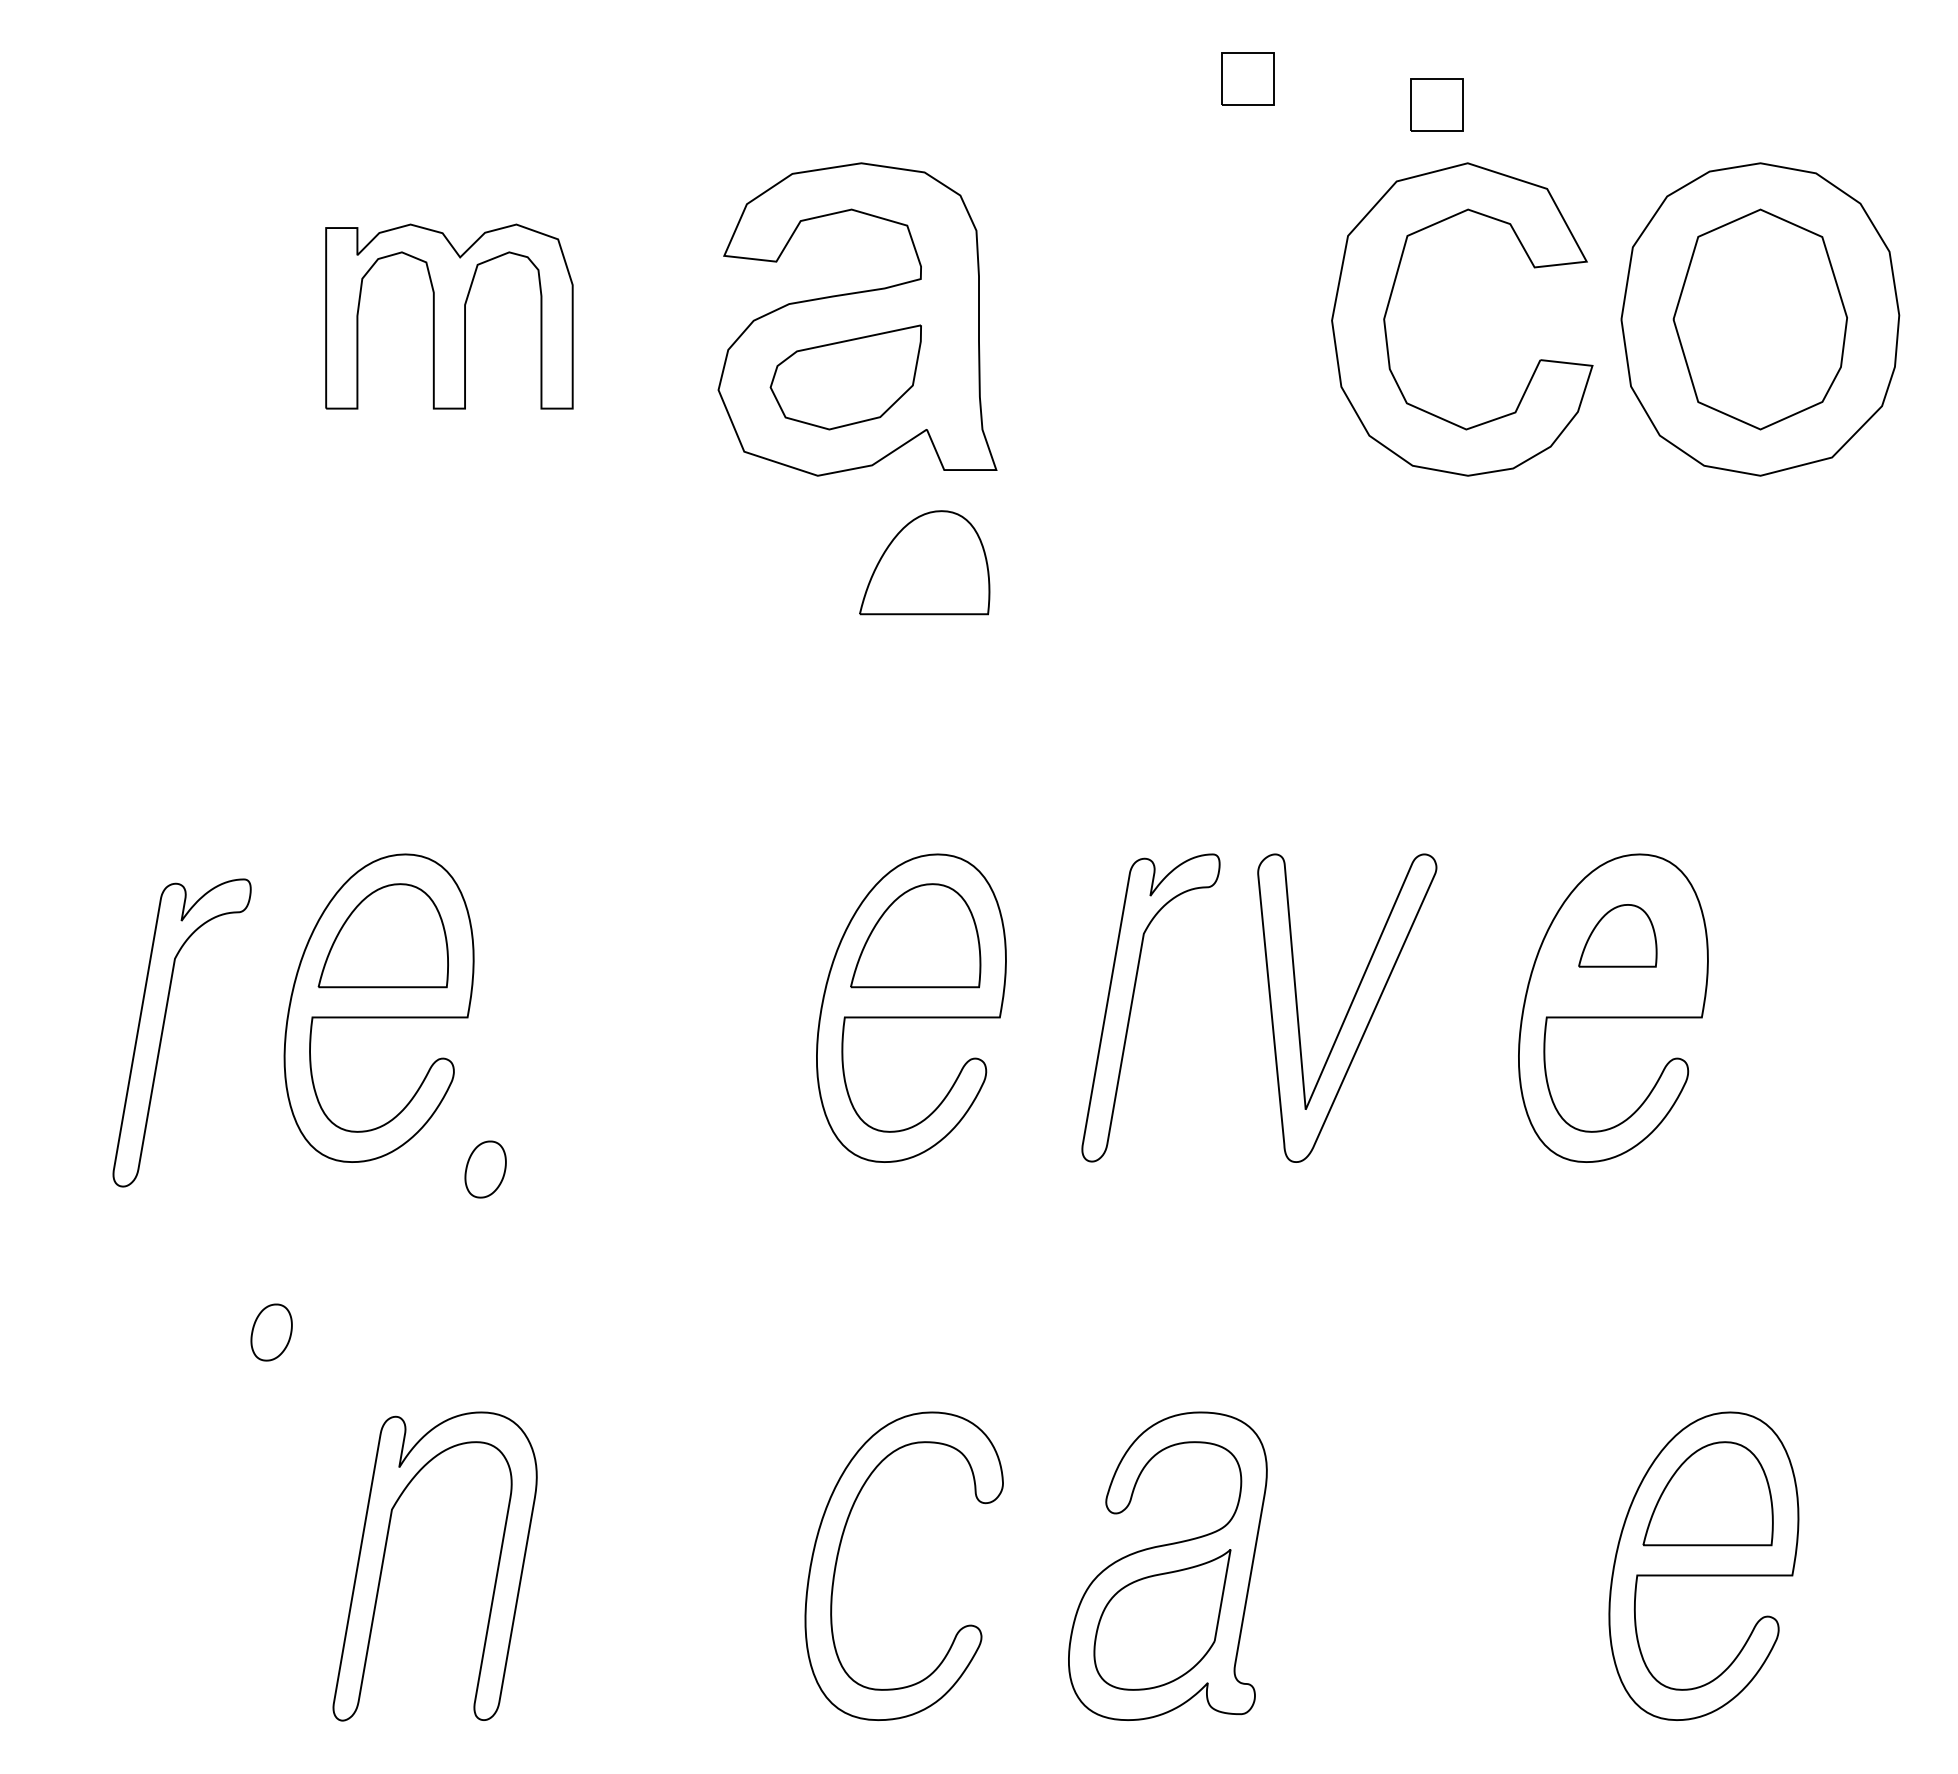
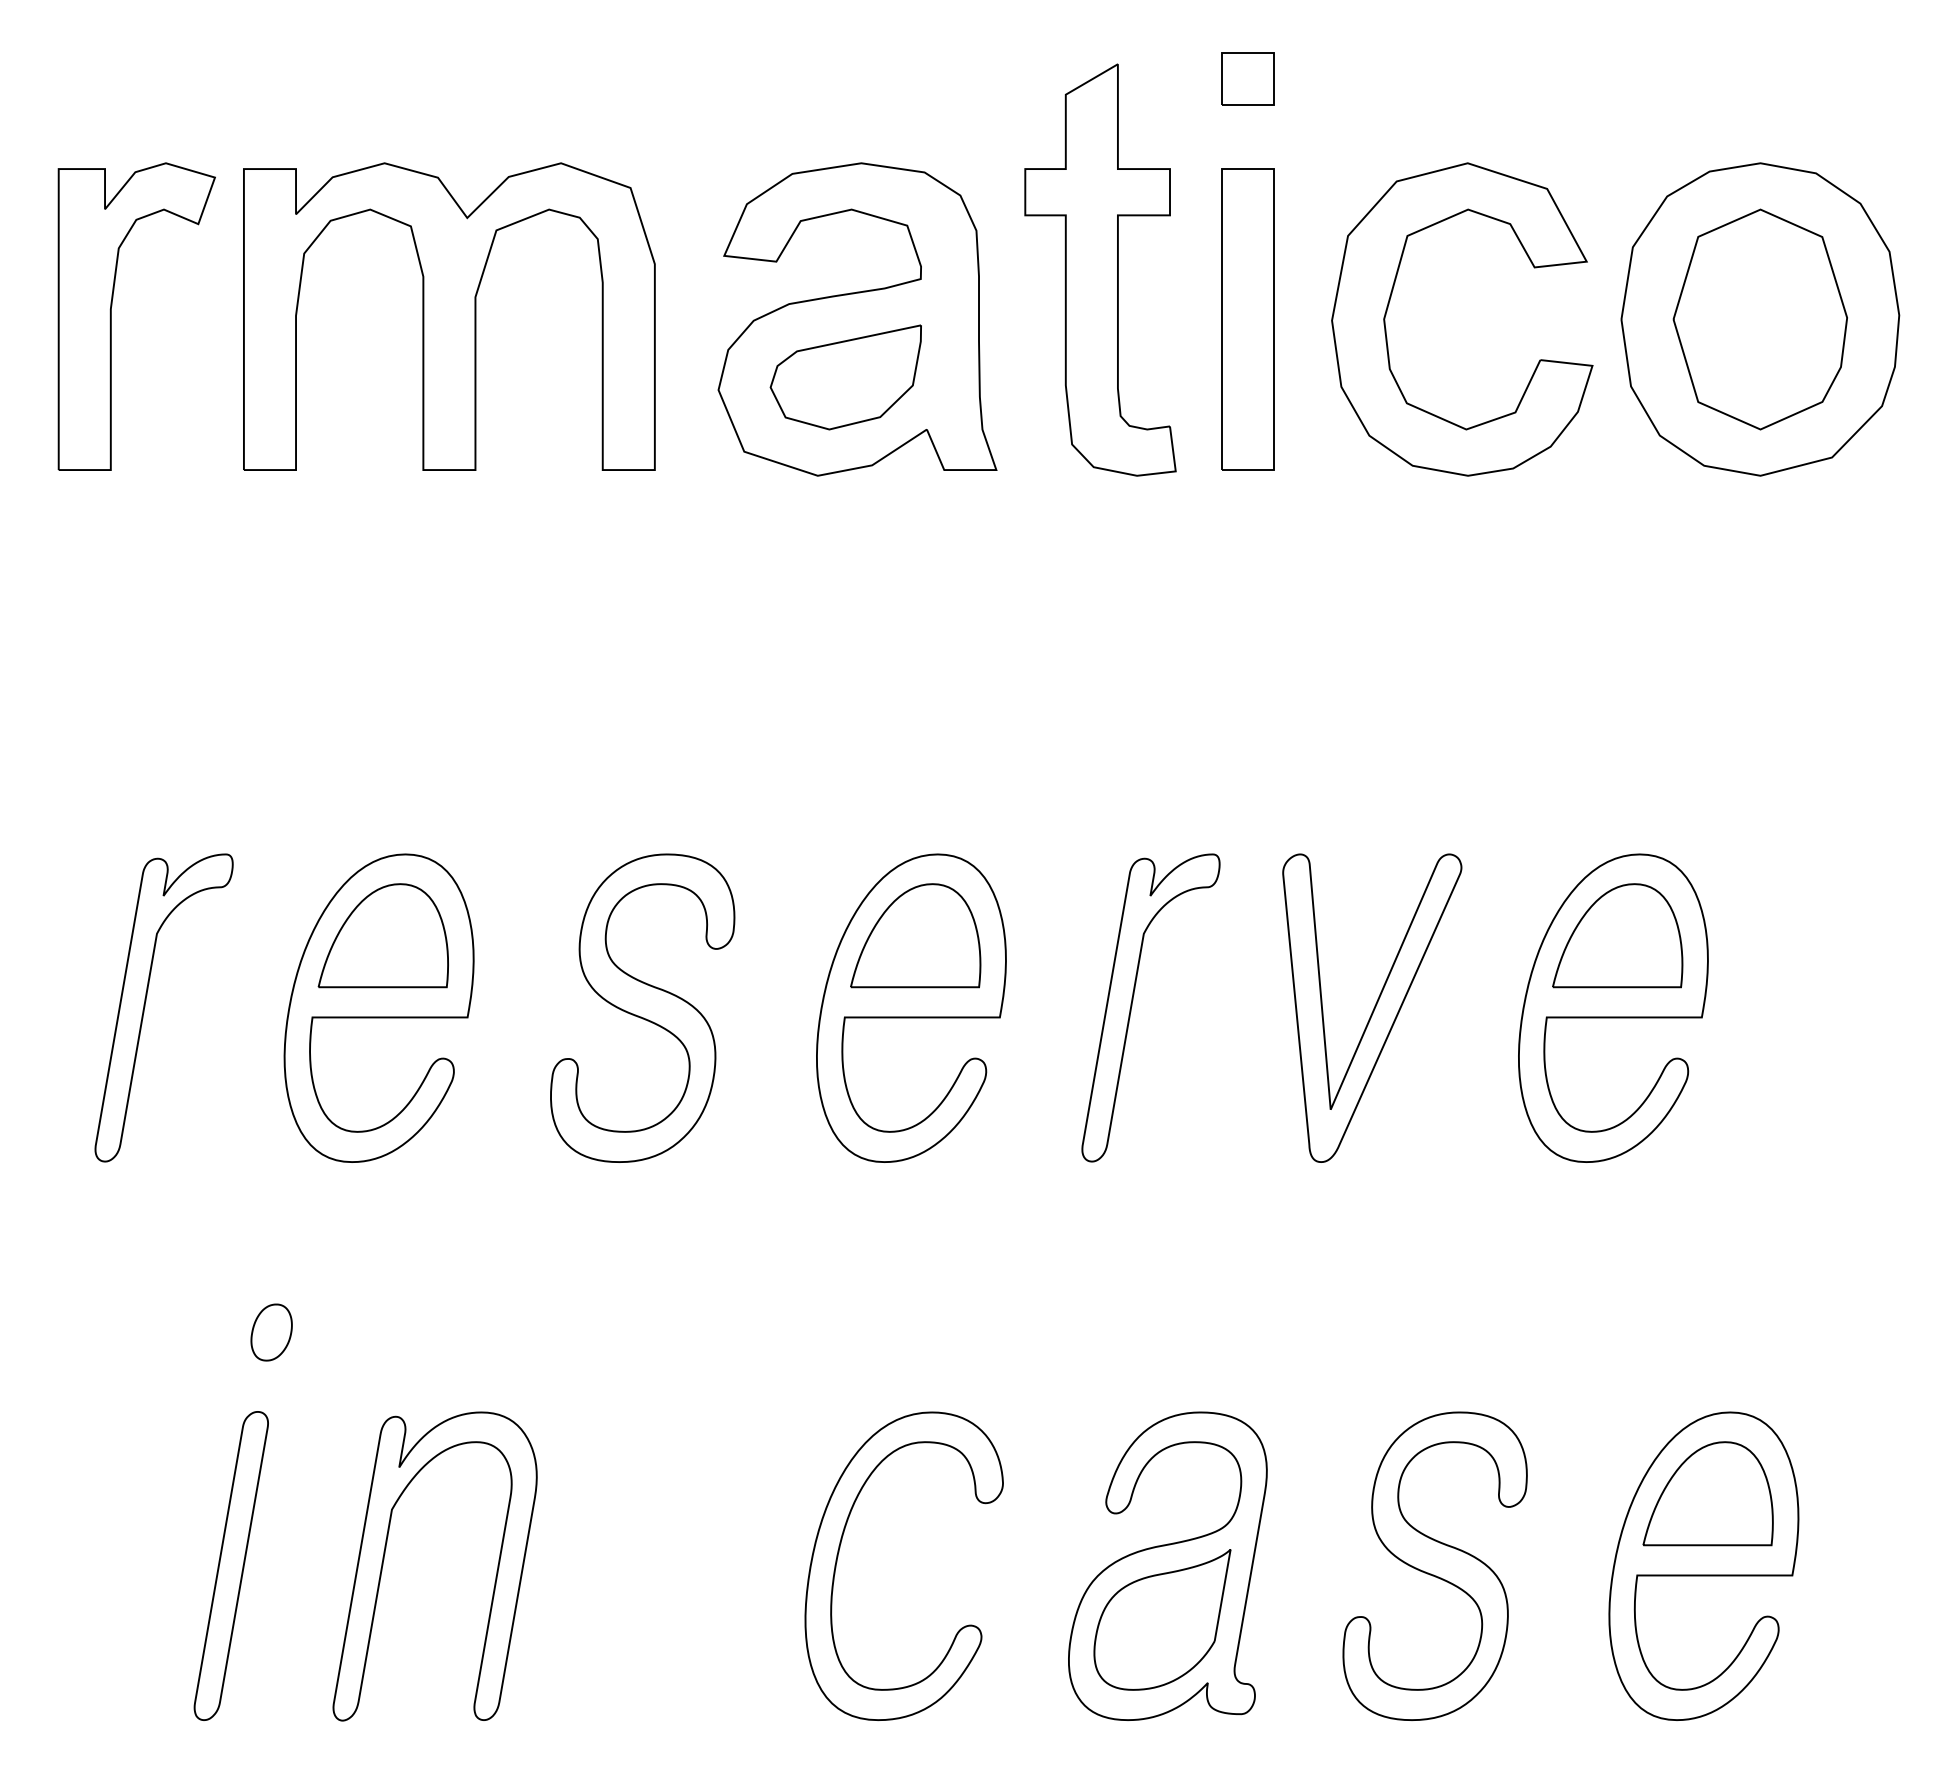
part at (1436, 104): present -> none
part at (1100, 269): none -> present
part at (111, 316): none -> present
part at (449, 316) size: 249x187 px -> 413x309 px
part at (1247, 319): none -> present
part at (924, 562): present -> none
part at (1617, 935) size: 80x64 px -> 132x106 px
part at (642, 1007): none -> present
part at (1347, 1007) position: (1347, 1007) -> (1372, 1007)
part at (163, 1032) position: (163, 1032) -> (145, 1007)
part at (485, 1169): present -> none
part at (230, 1565): none -> present
part at (1434, 1565): none -> present
